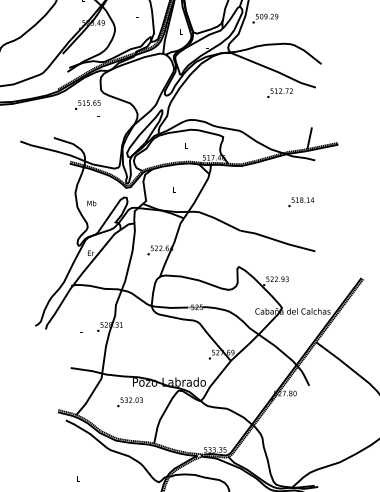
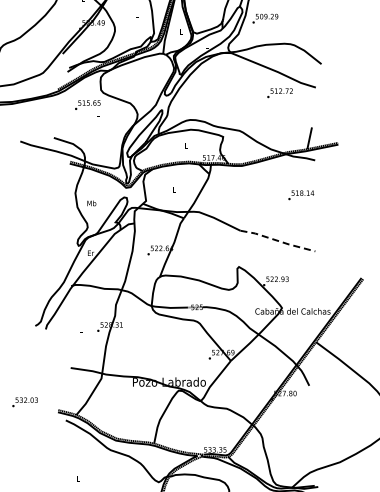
text at (301, 202) position: (301, 202) -> (301, 195)
line at (277, 240): solid -> dashed
text at (129, 402) position: (129, 402) -> (24, 402)
